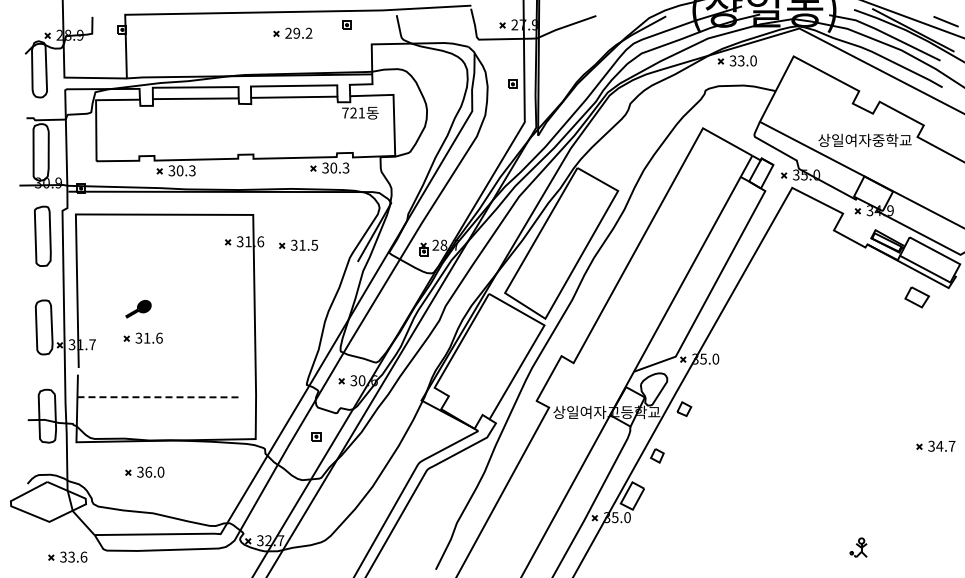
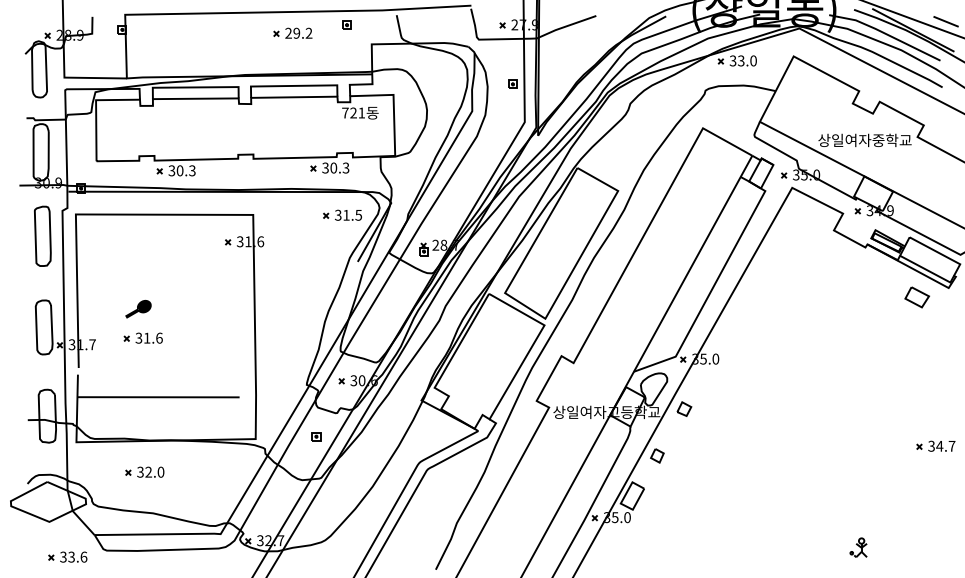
part at (298, 244) position: (298, 244) -> (342, 214)
line at (159, 397): dashed -> solid
text at (148, 471): 36.0 -> 32.0
